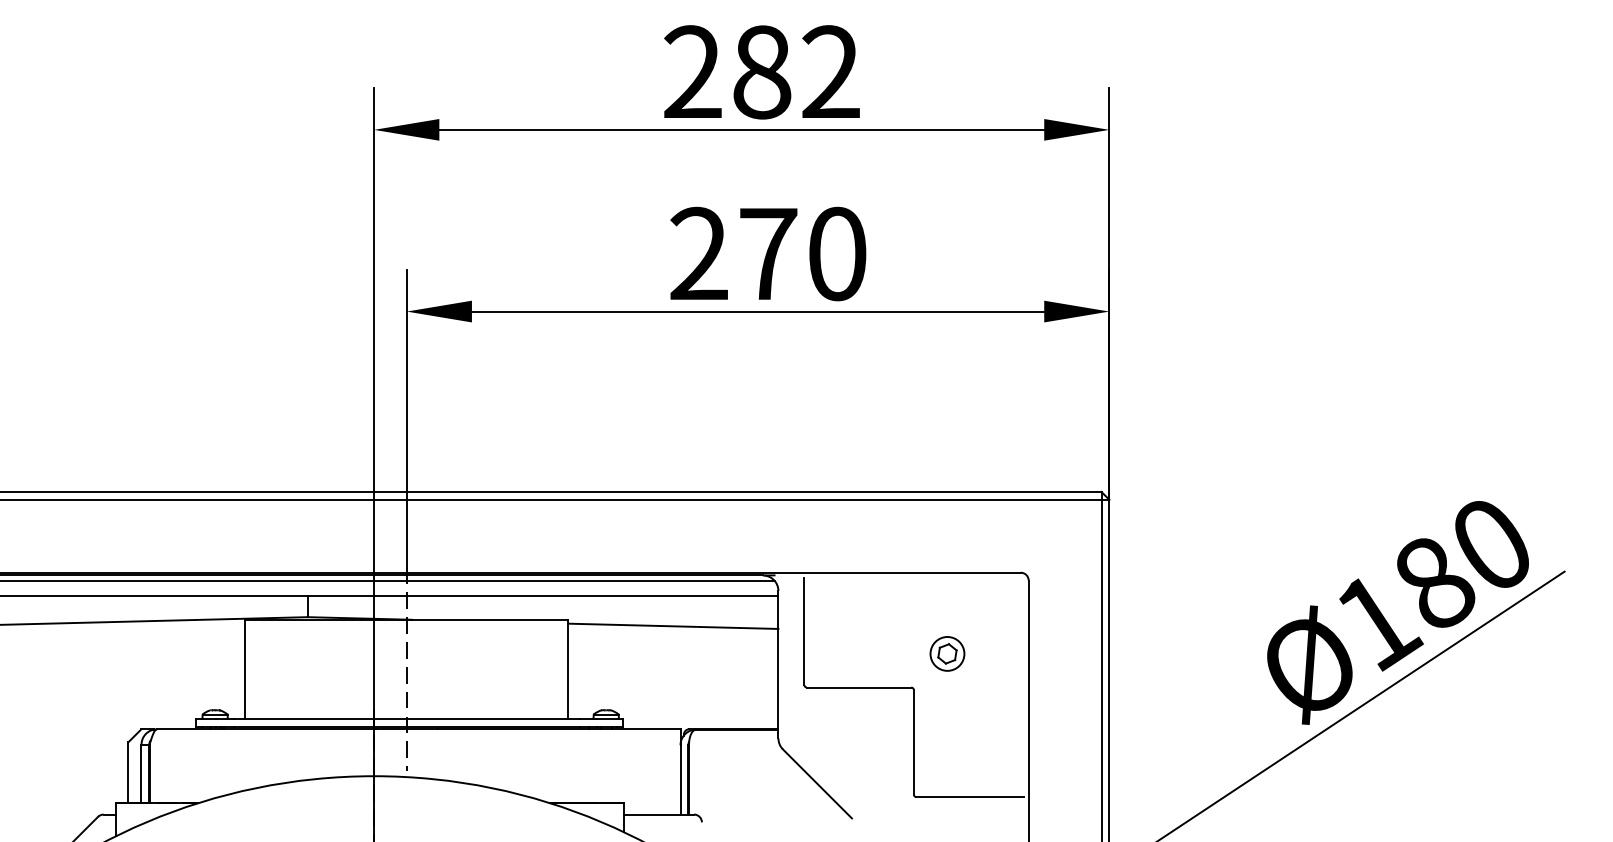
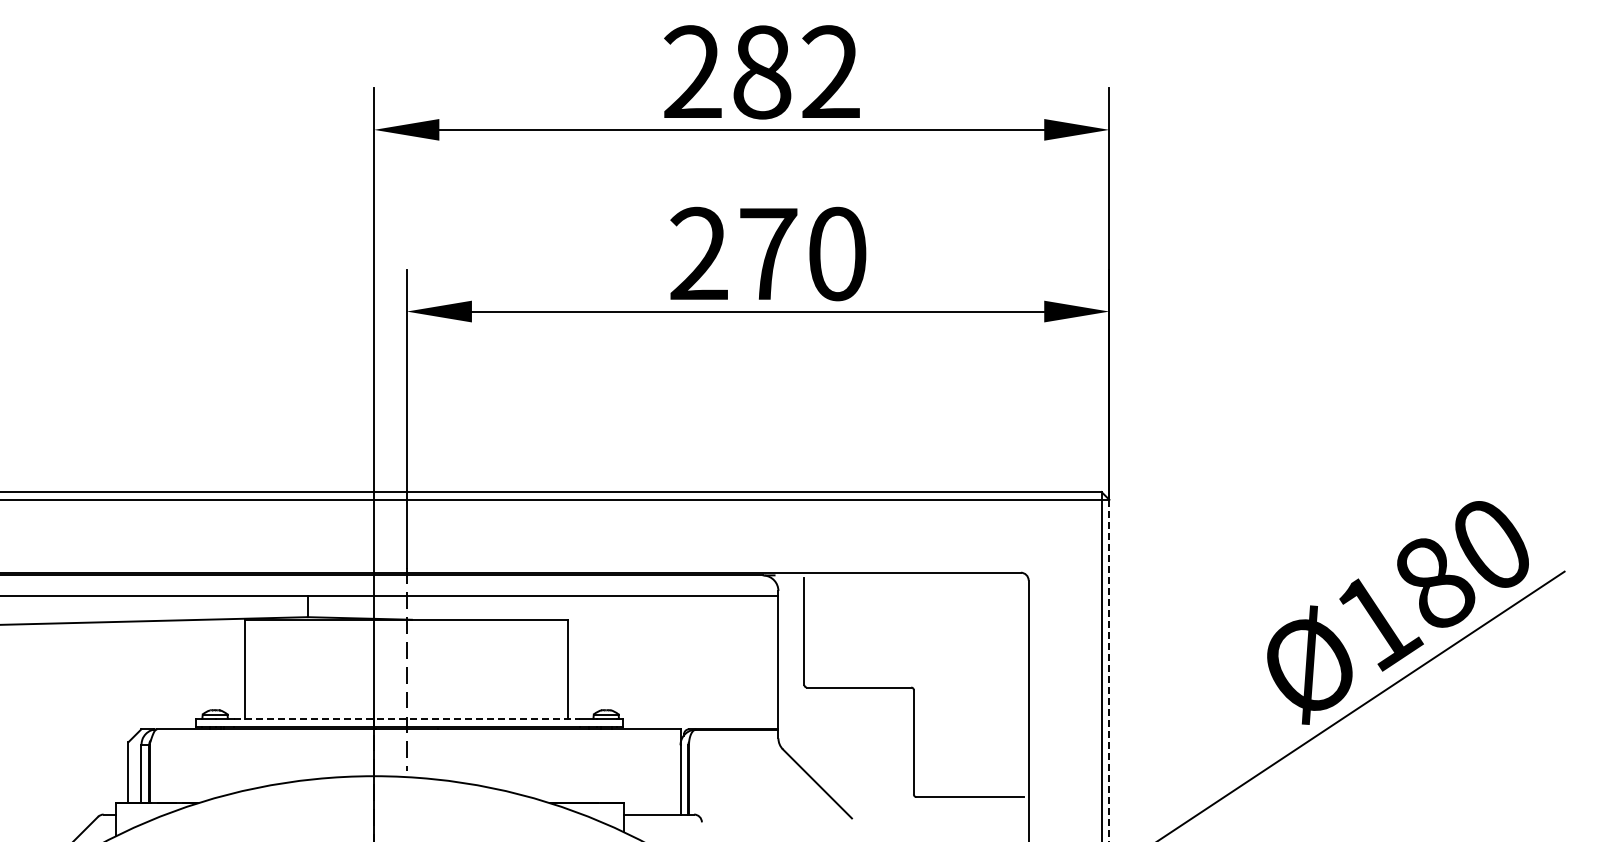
line at (388, 581): present -> none
line at (673, 625): present -> none
part at (947, 653): present -> none
line at (1109, 670): solid -> dashed
line at (406, 718): solid -> dashed
